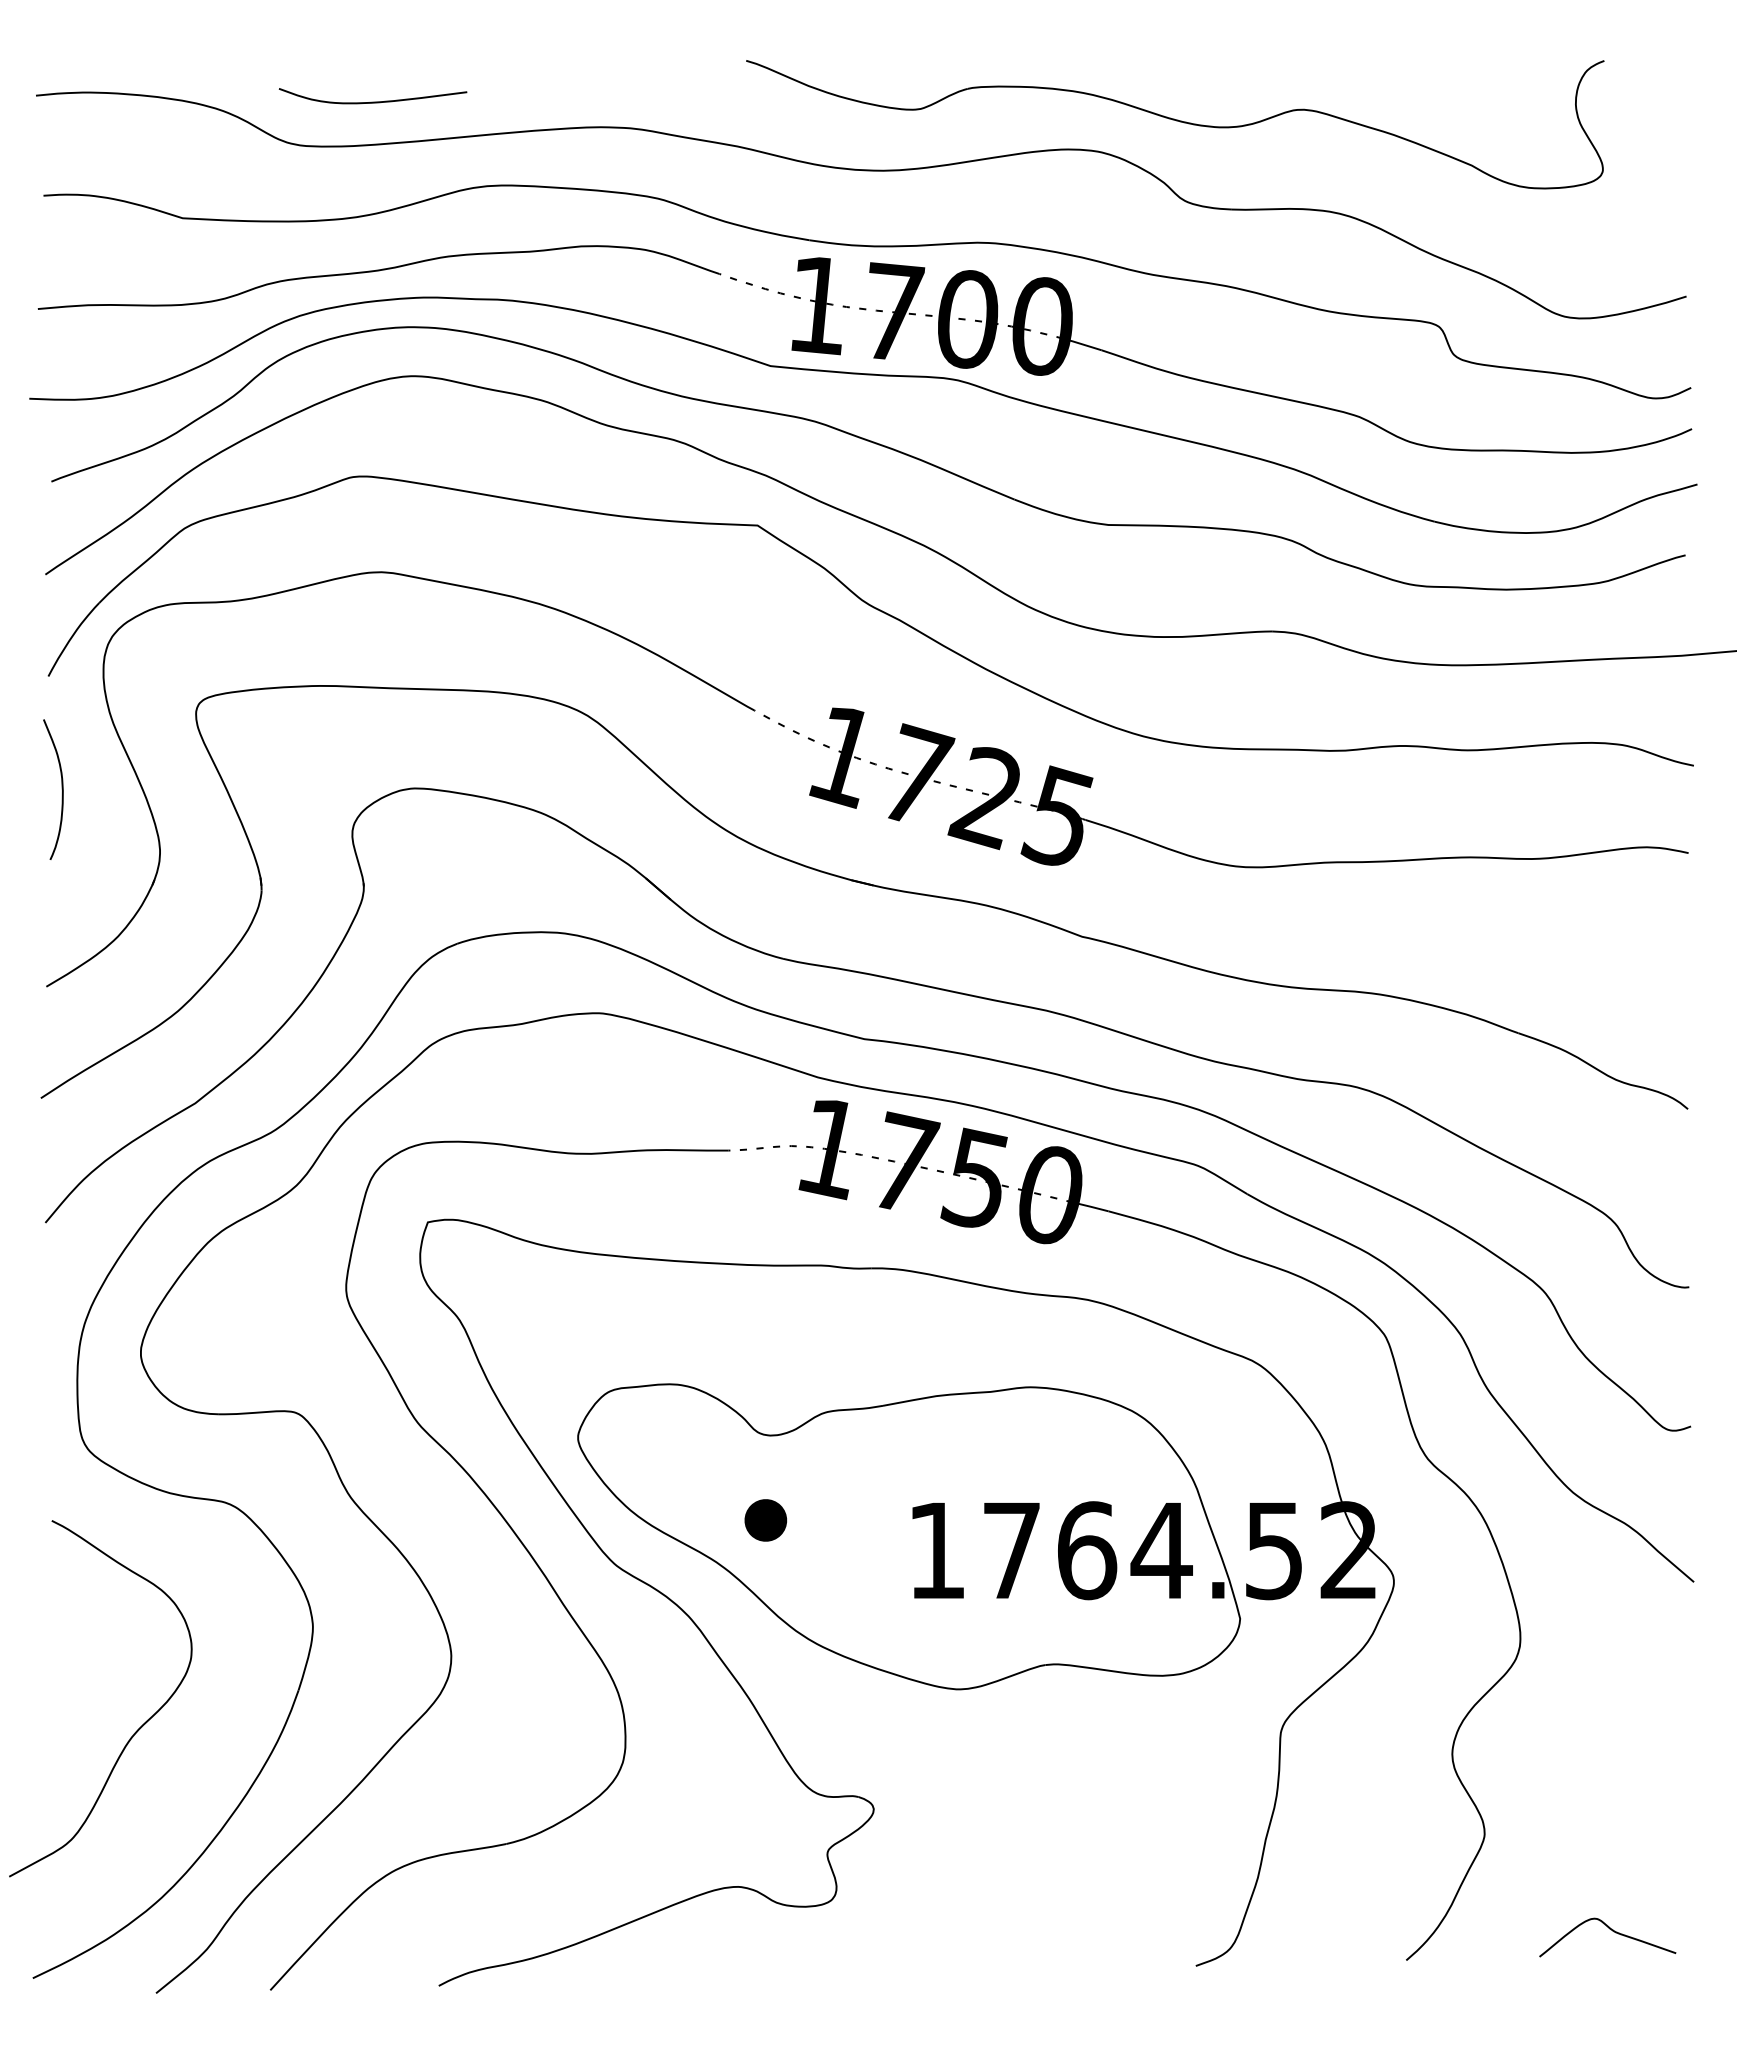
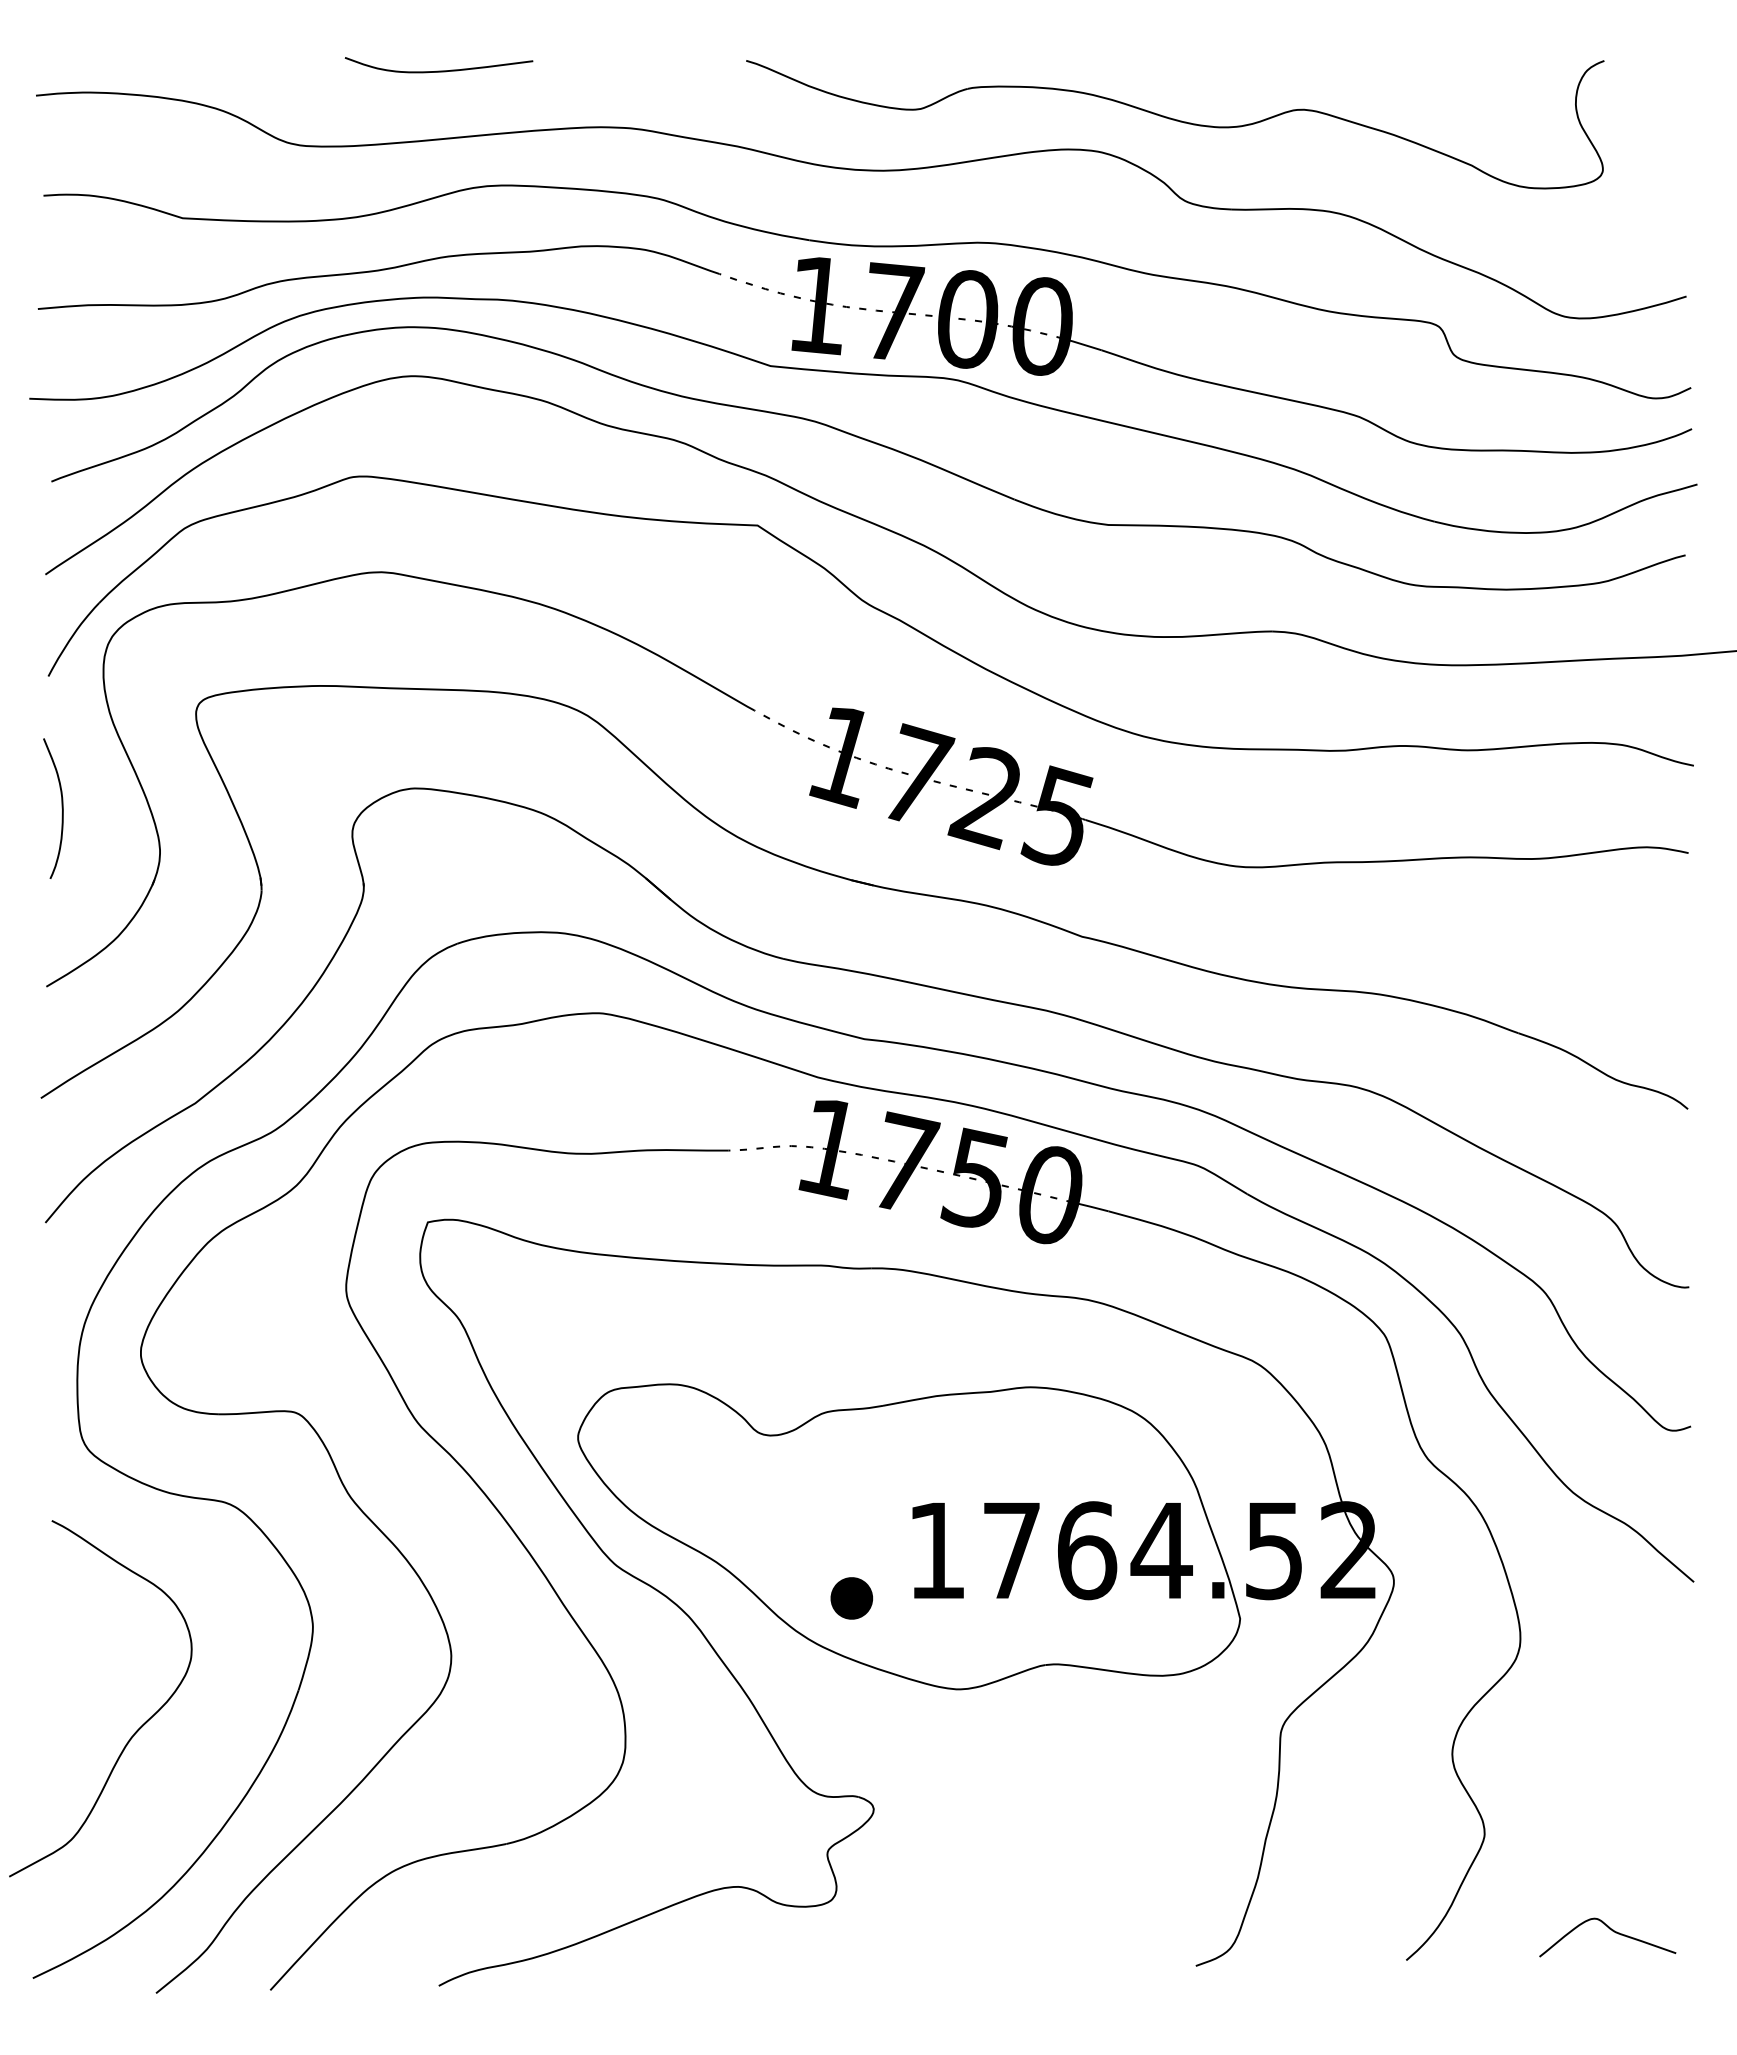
curve at (372, 101) position: (372, 101) -> (438, 70)
curve at (61, 789) position: (61, 789) -> (61, 808)
part at (765, 1520) position: (765, 1520) -> (851, 1598)
